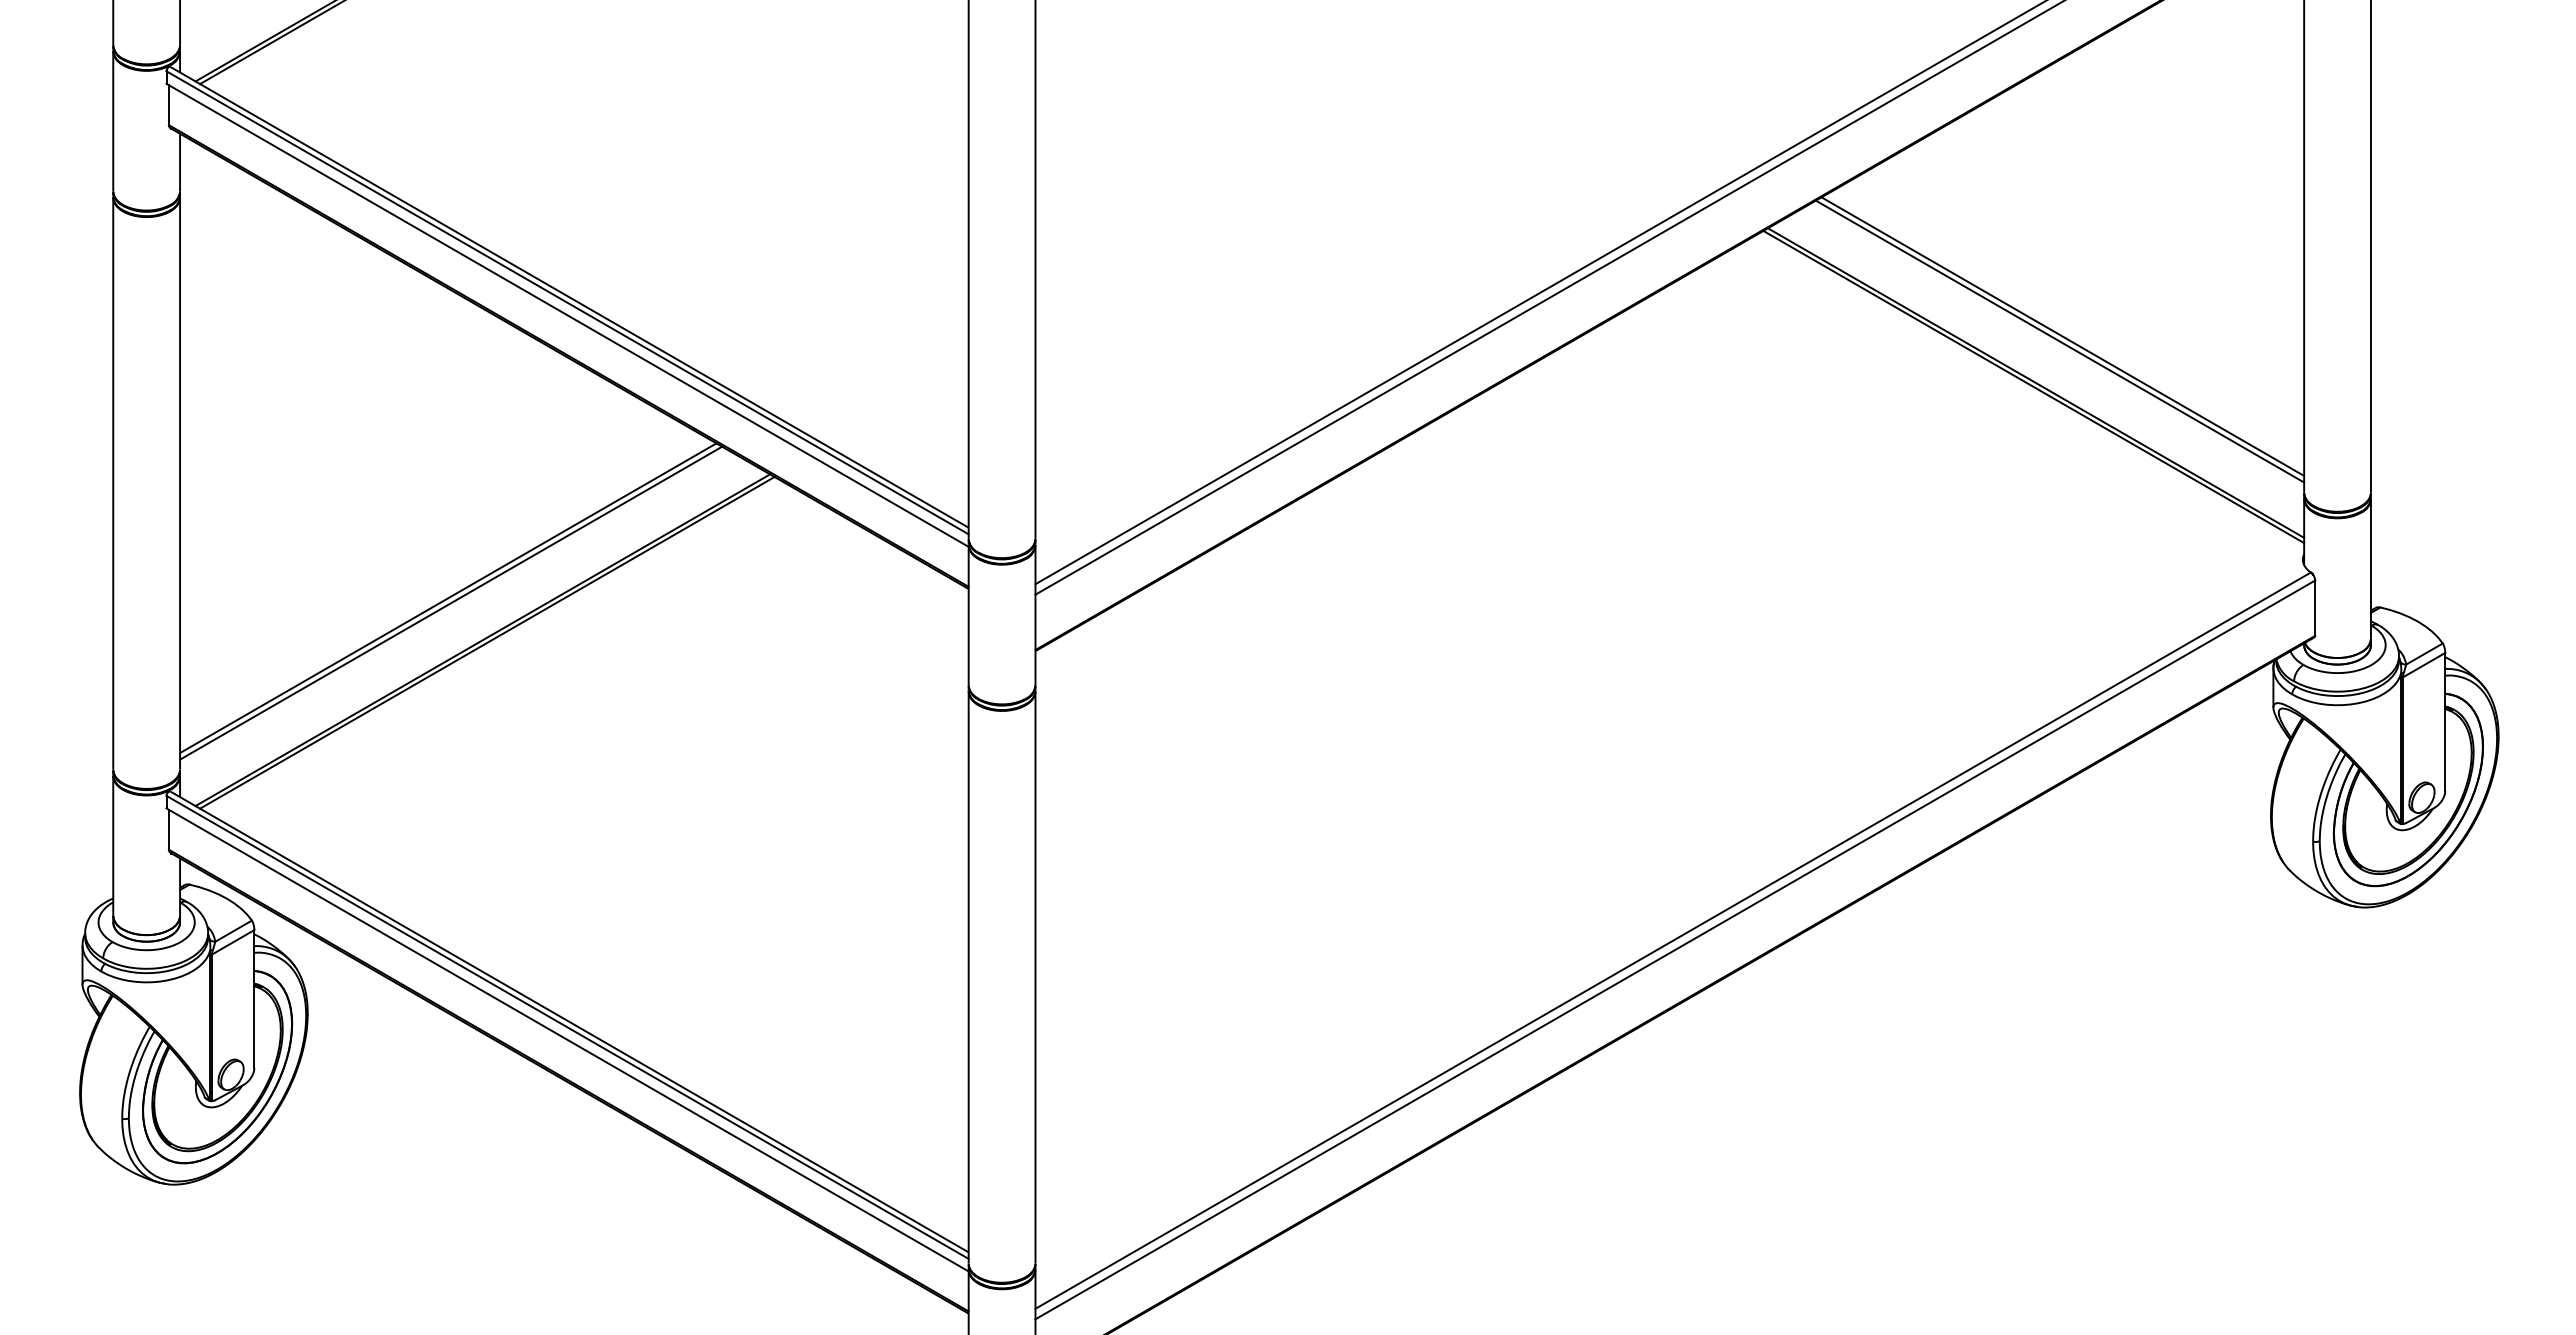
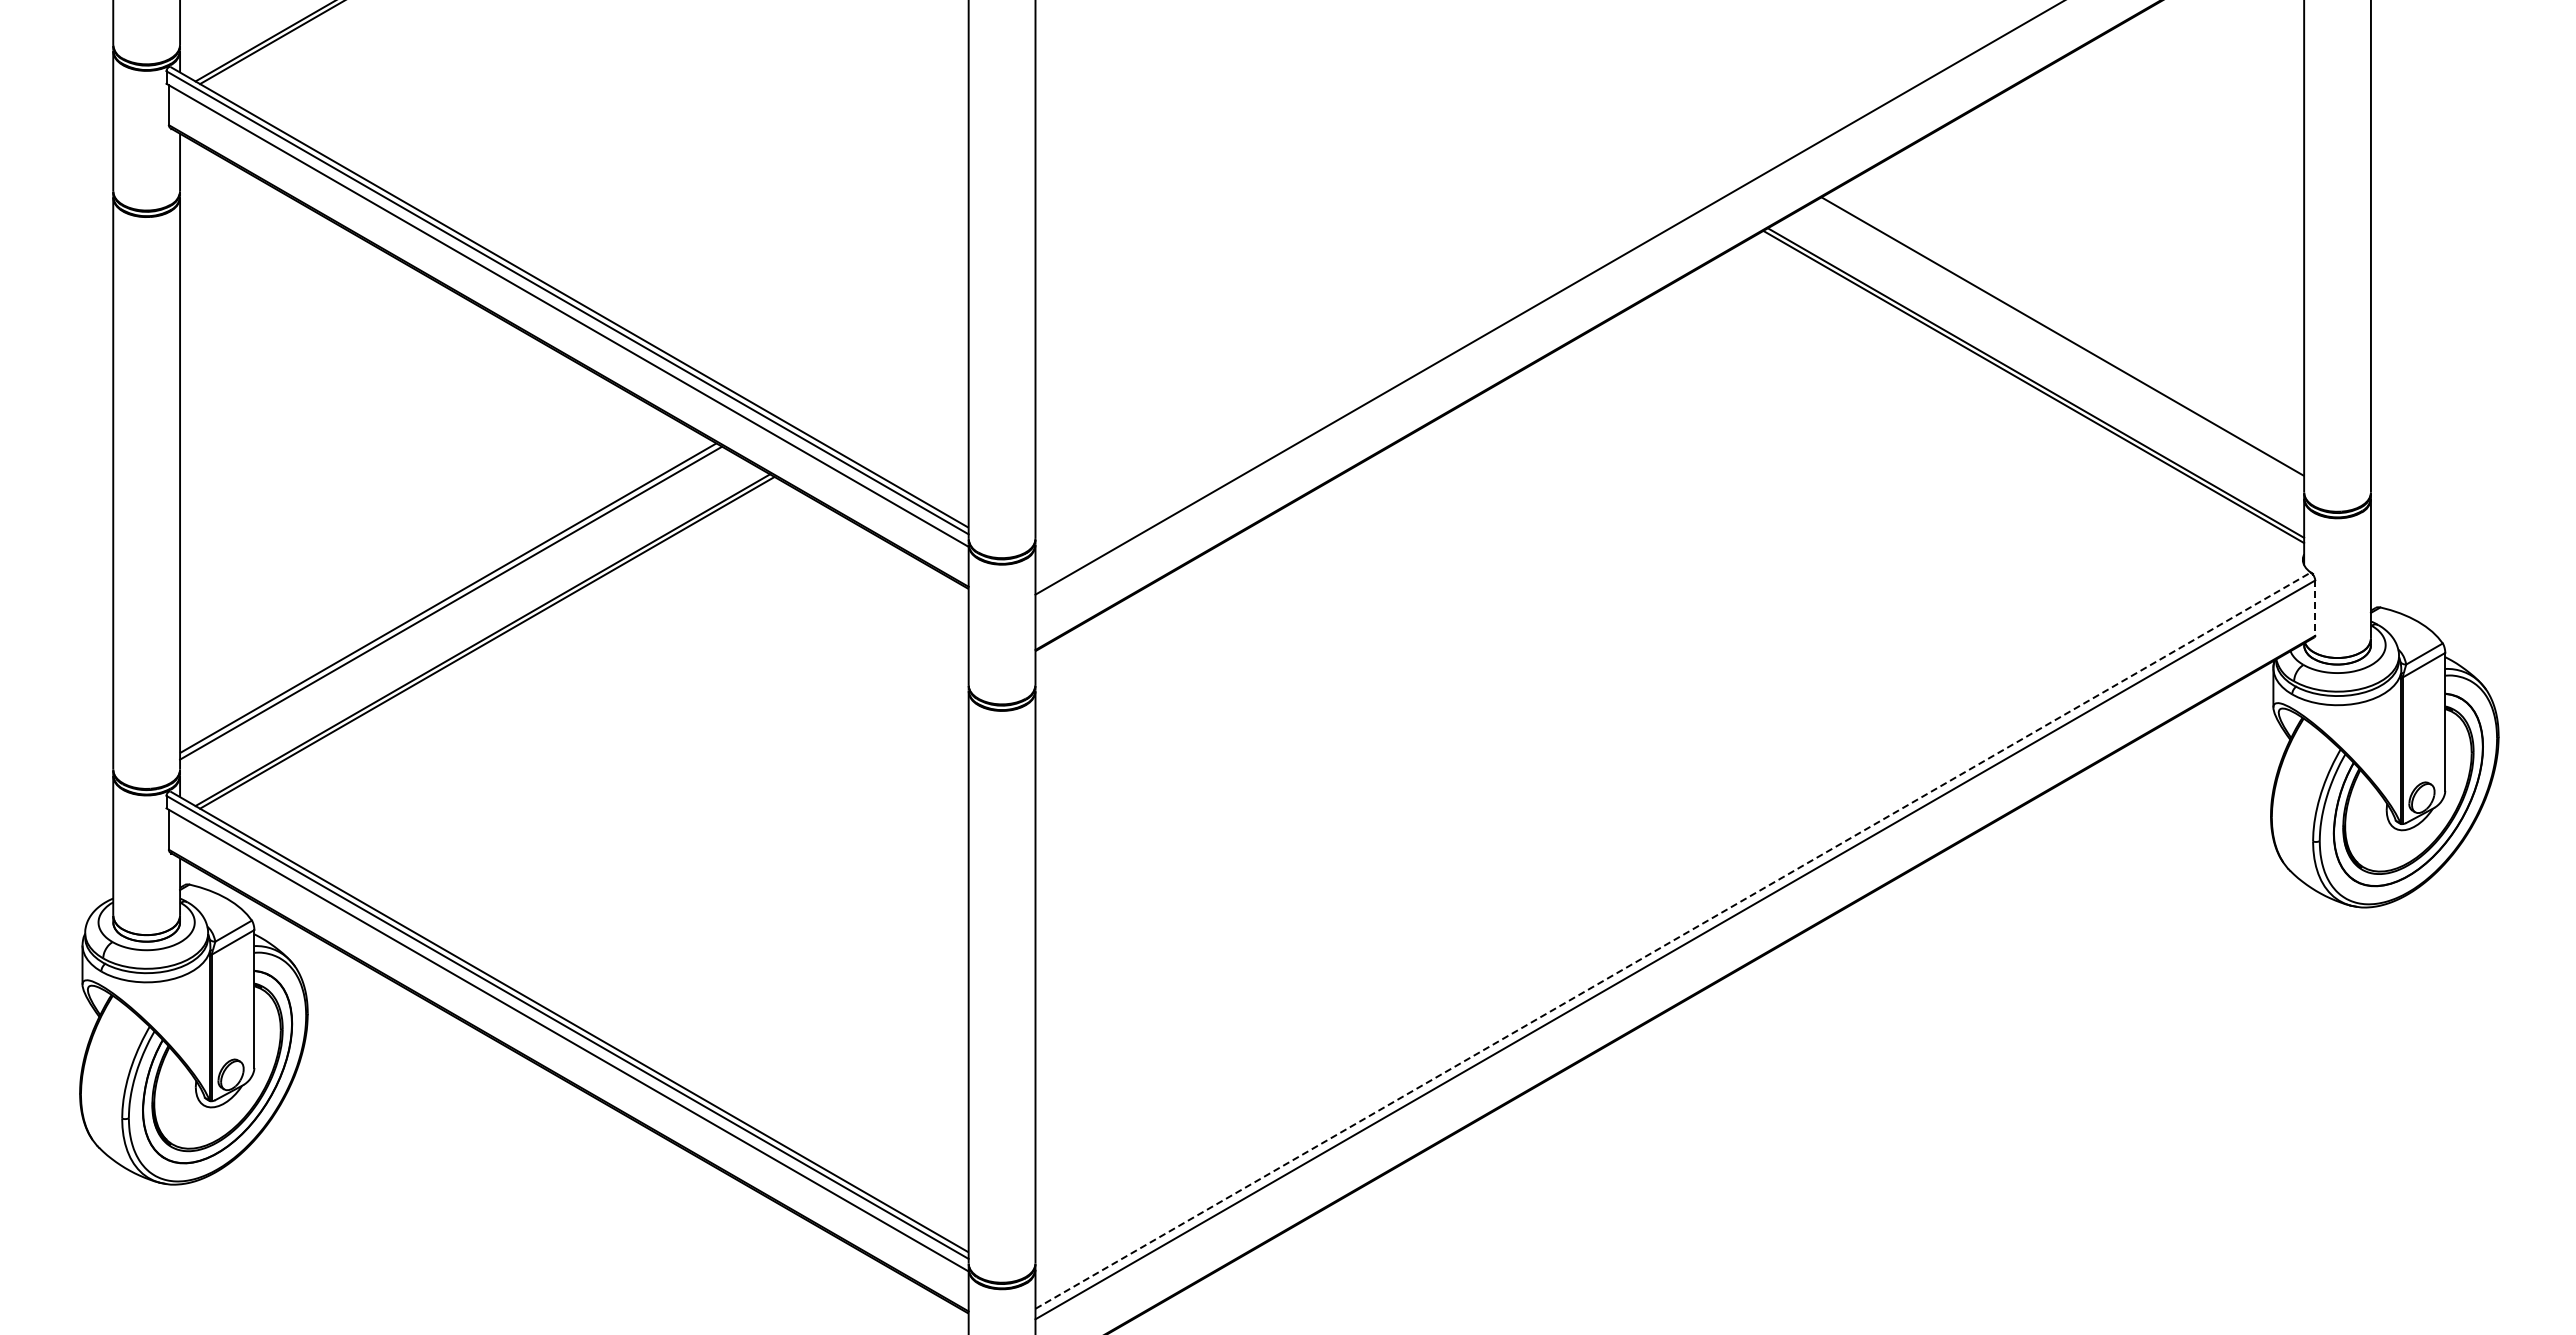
line at (1539, 293): present -> none
line at (2059, 341): present -> none
line at (2315, 608): solid -> dashed
line at (1673, 940): solid -> dashed
